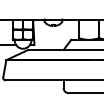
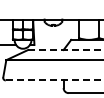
line at (65, 50): solid -> dashed
line at (54, 80): solid -> dashed
